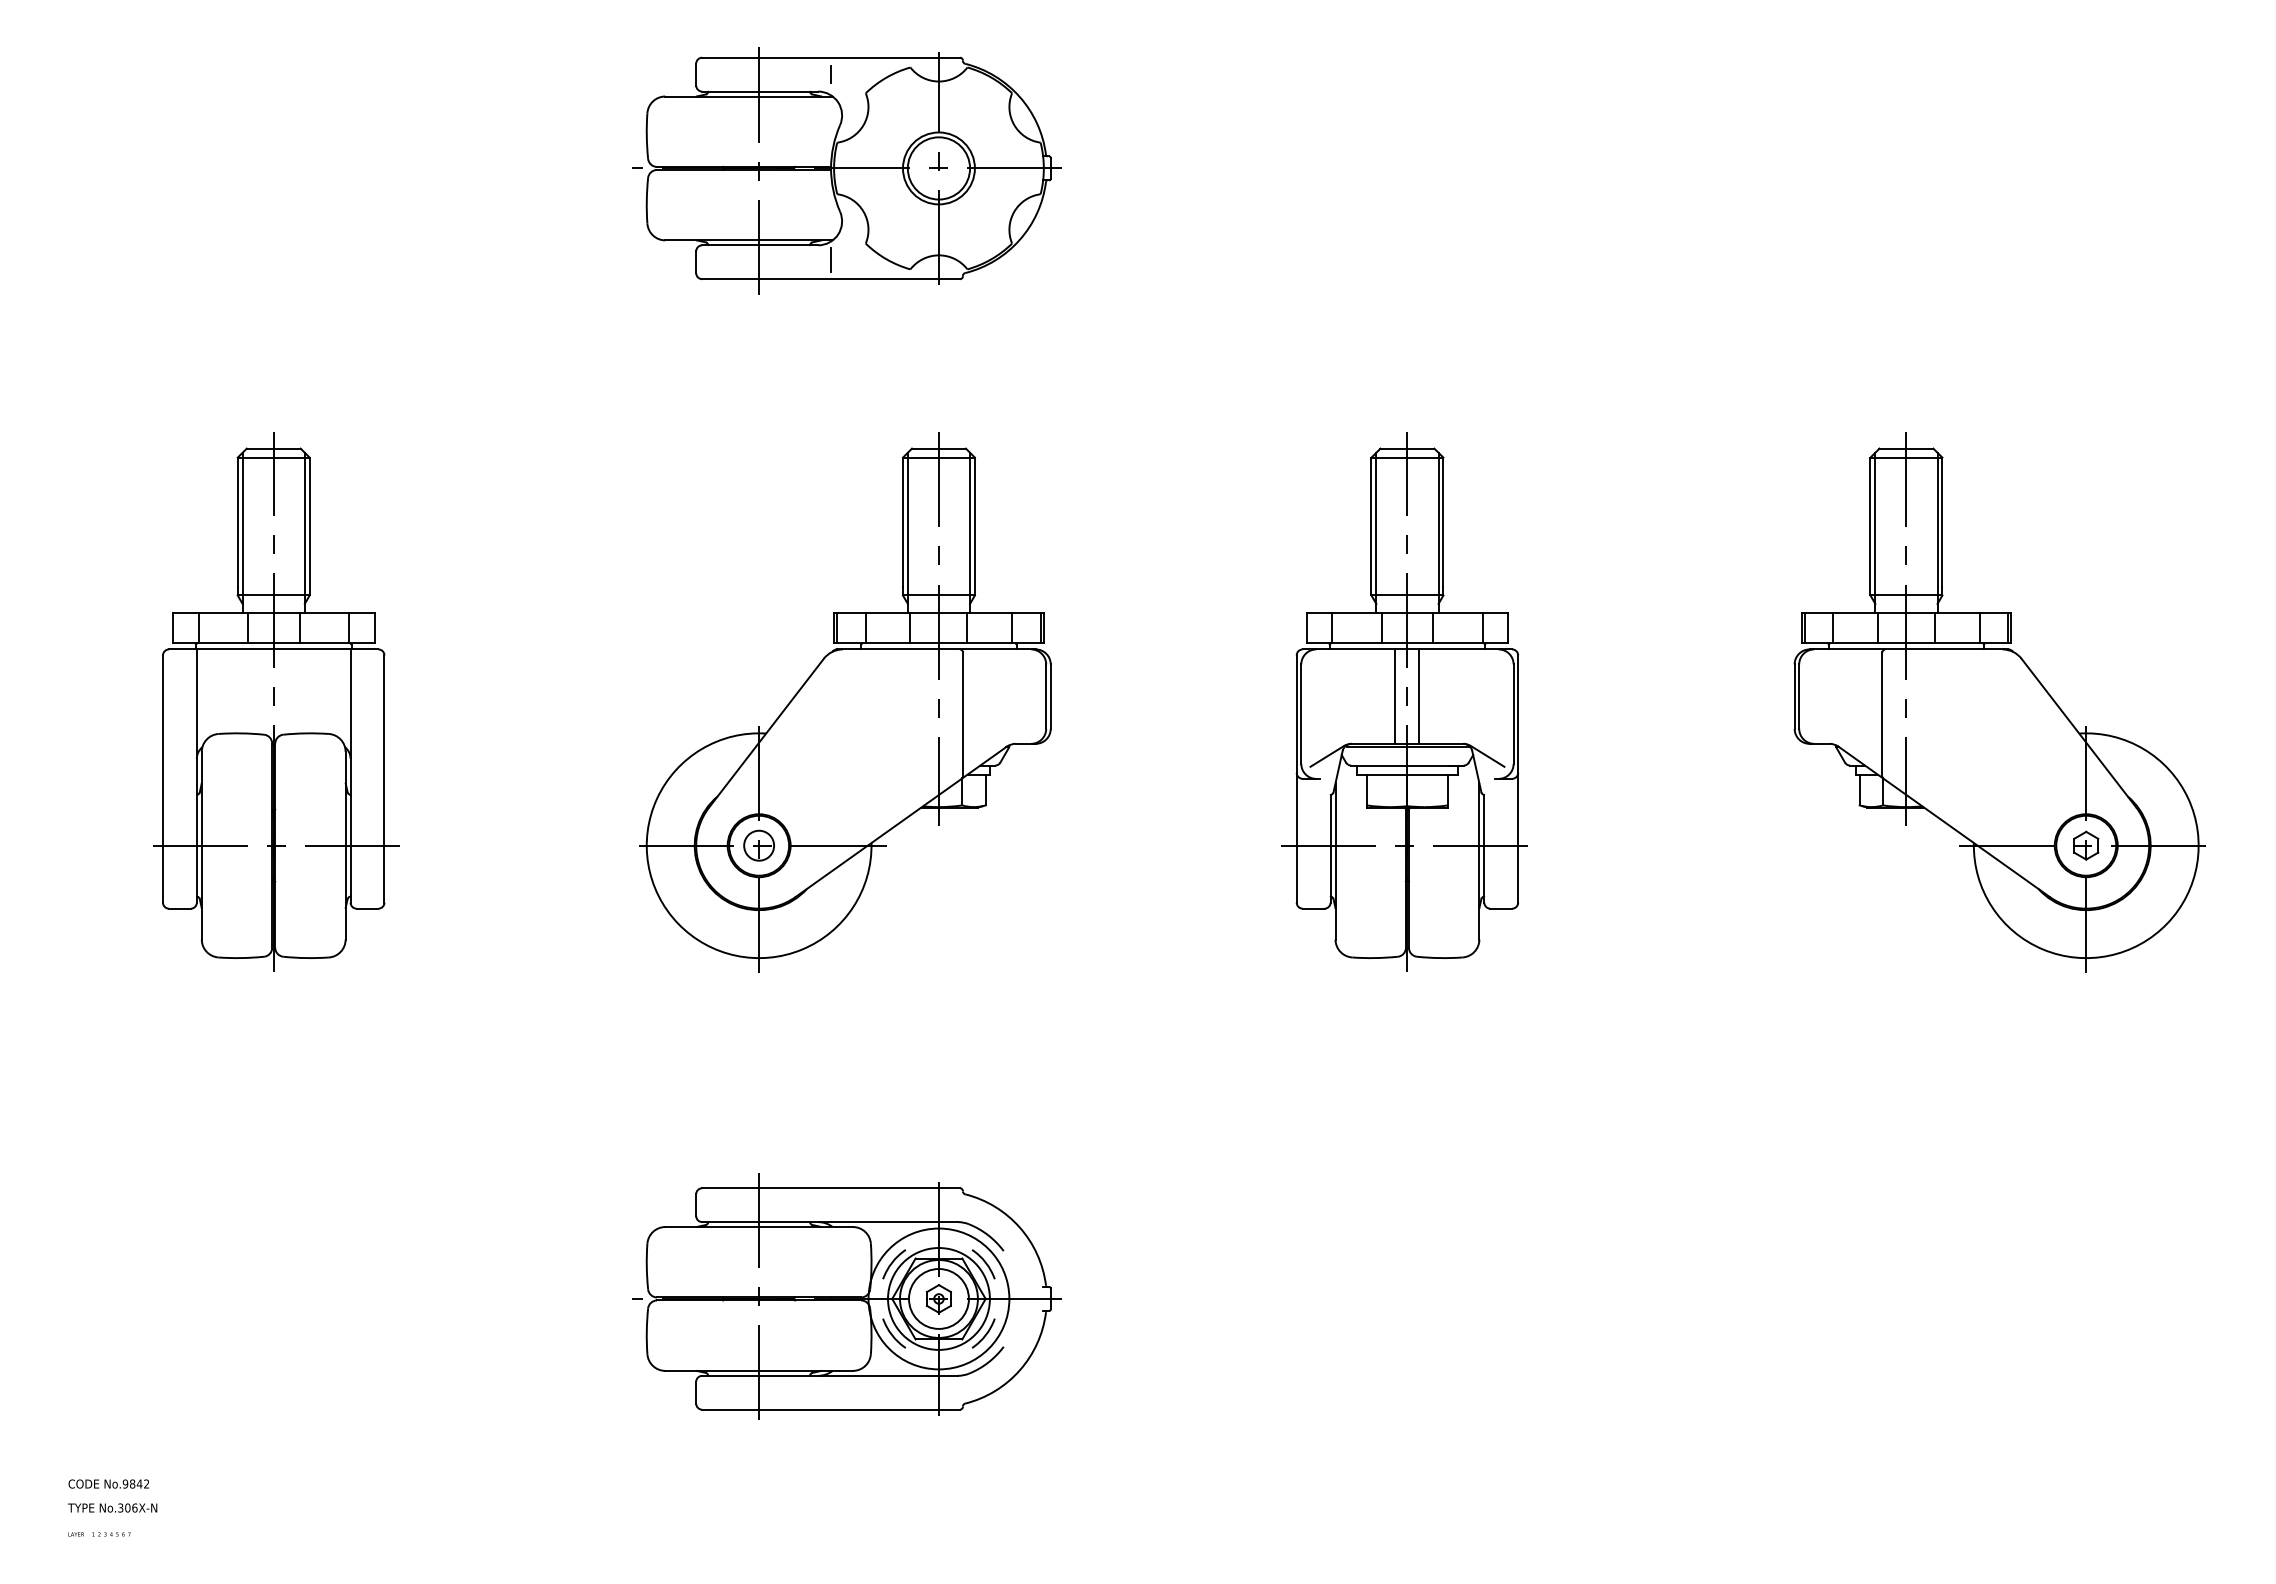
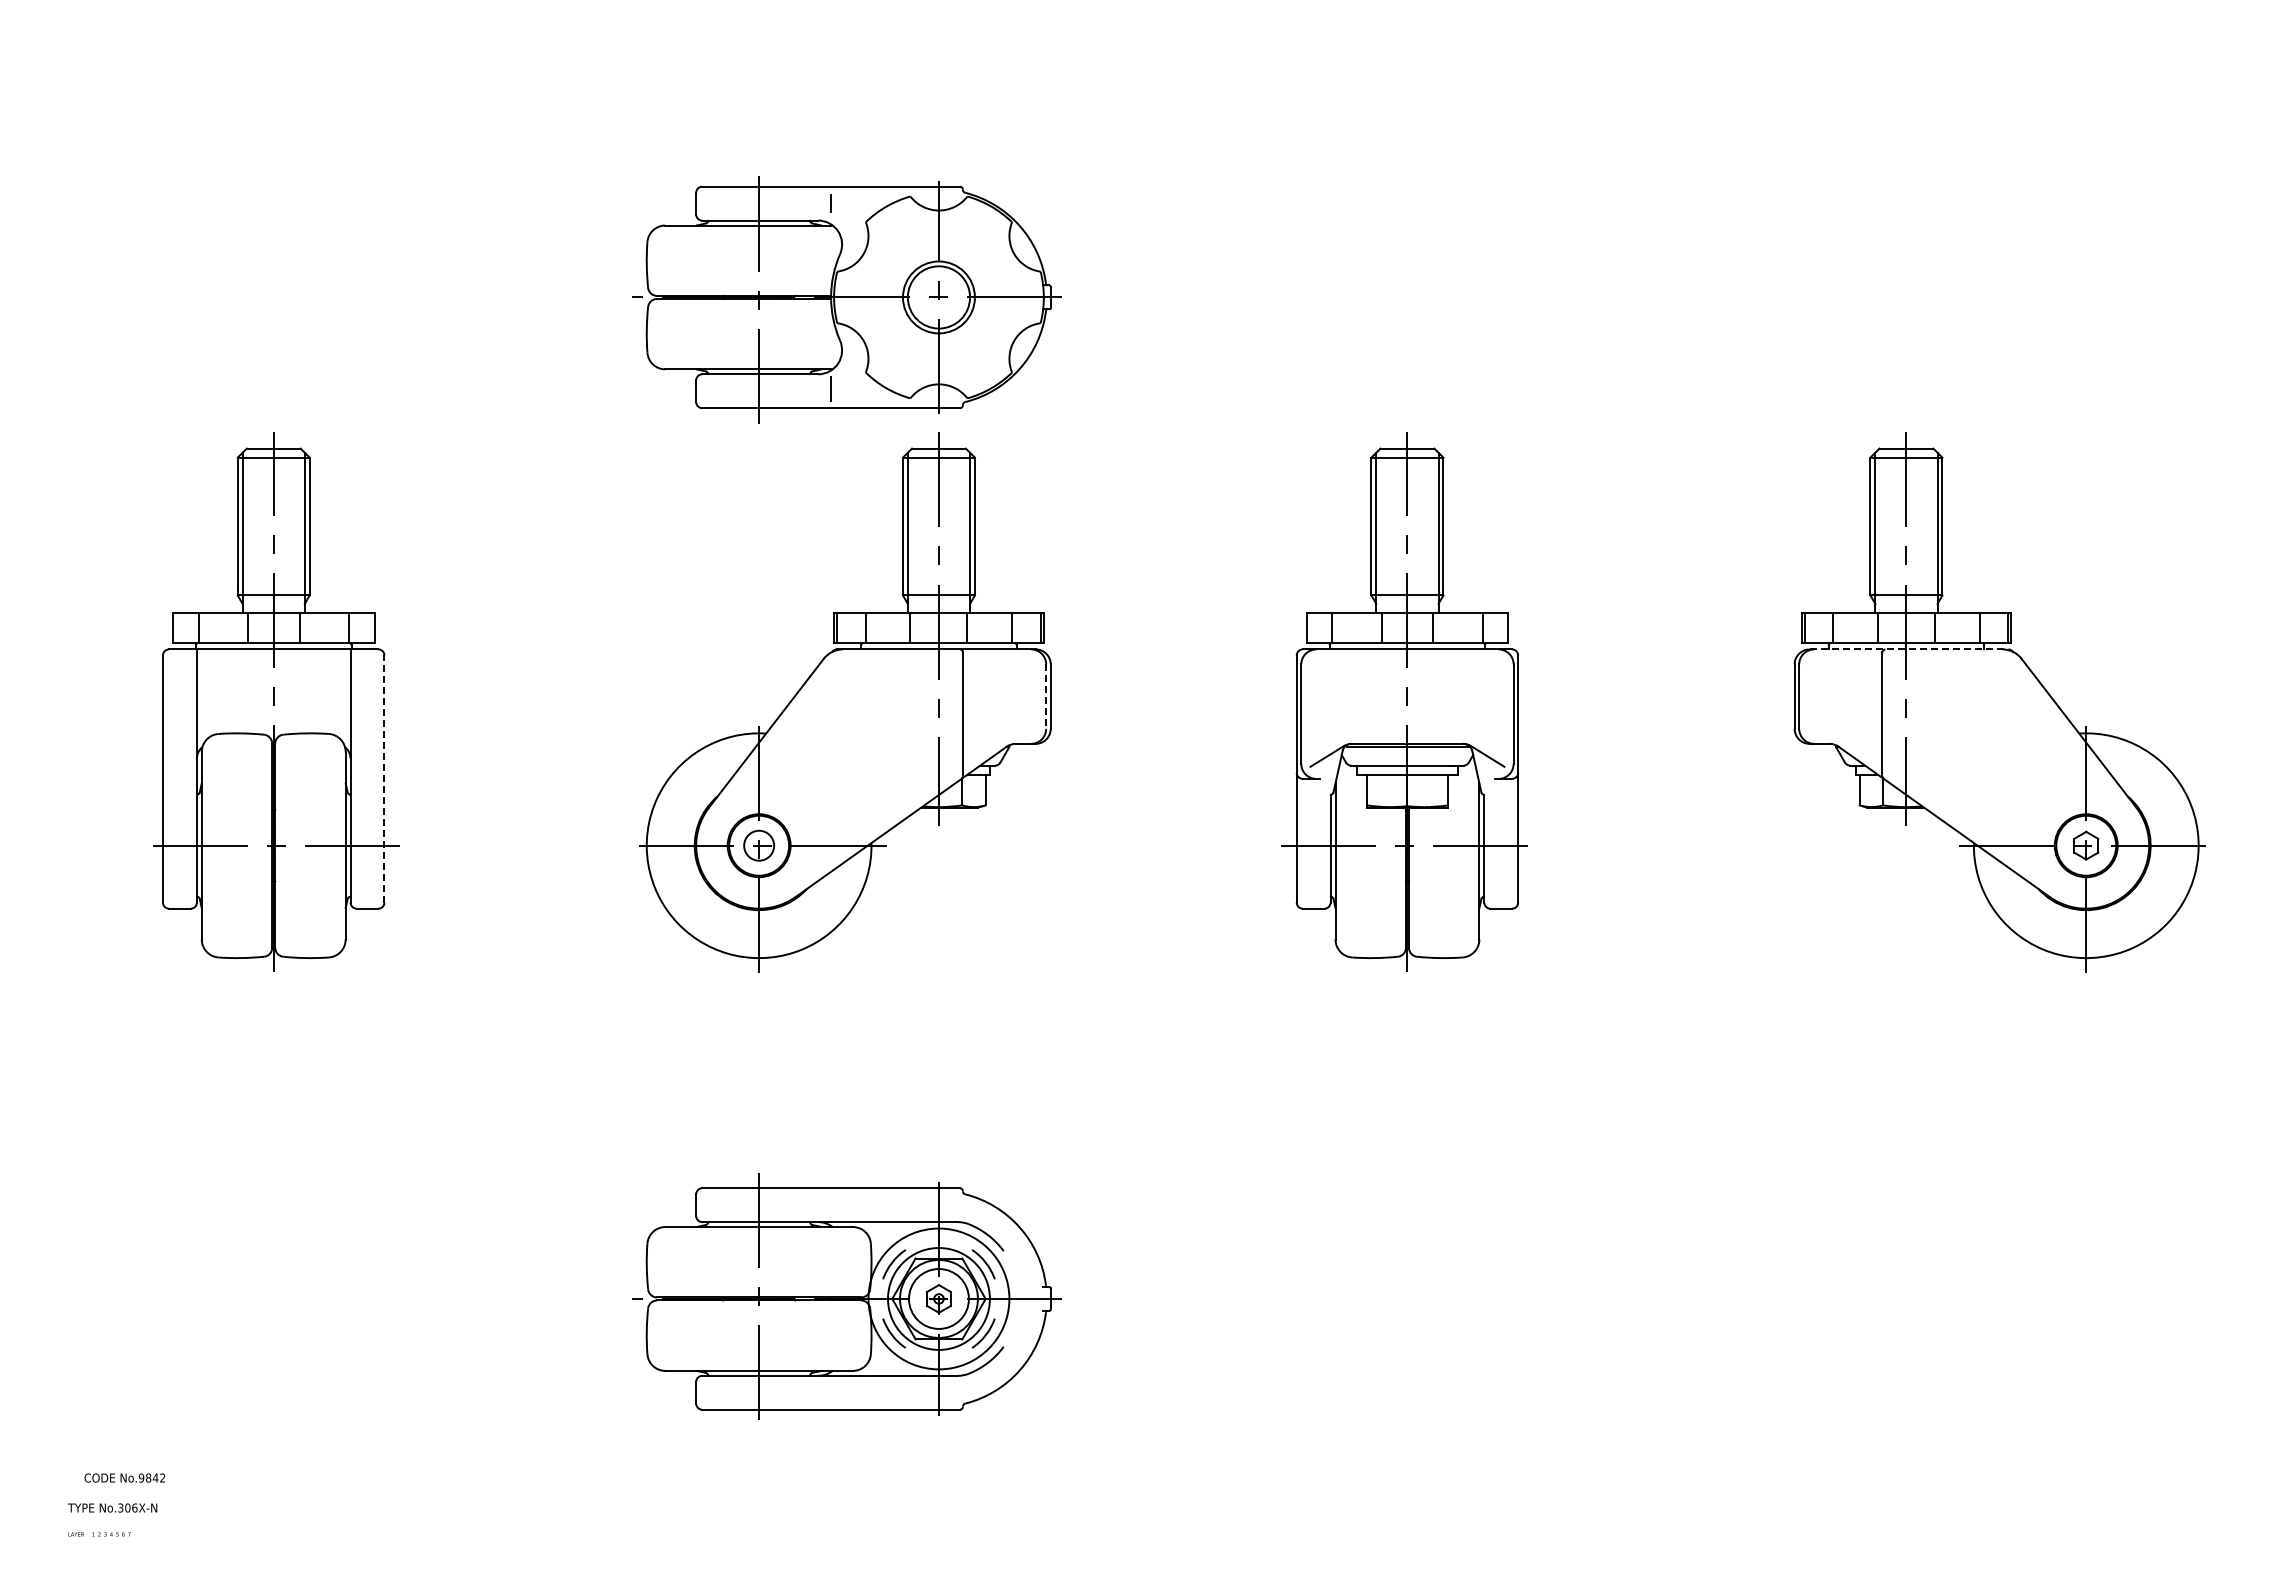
part at (846, 170) position: (846, 170) -> (846, 299)
line at (1909, 649): solid -> dashed
line at (1395, 696): present -> none
line at (1419, 696): present -> none
line at (1046, 697): solid -> dashed
line at (384, 779): solid -> dashed
text at (108, 1483) position: (108, 1483) -> (124, 1477)
